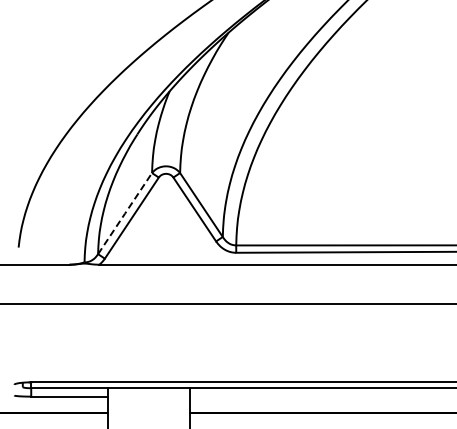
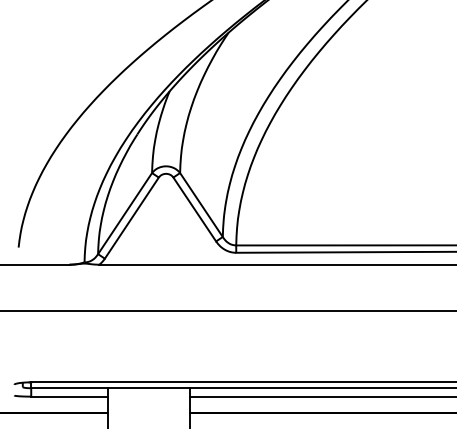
line at (125, 213): dashed -> solid
line at (227, 304) position: (227, 304) -> (227, 311)
line at (321, 396): none -> present
